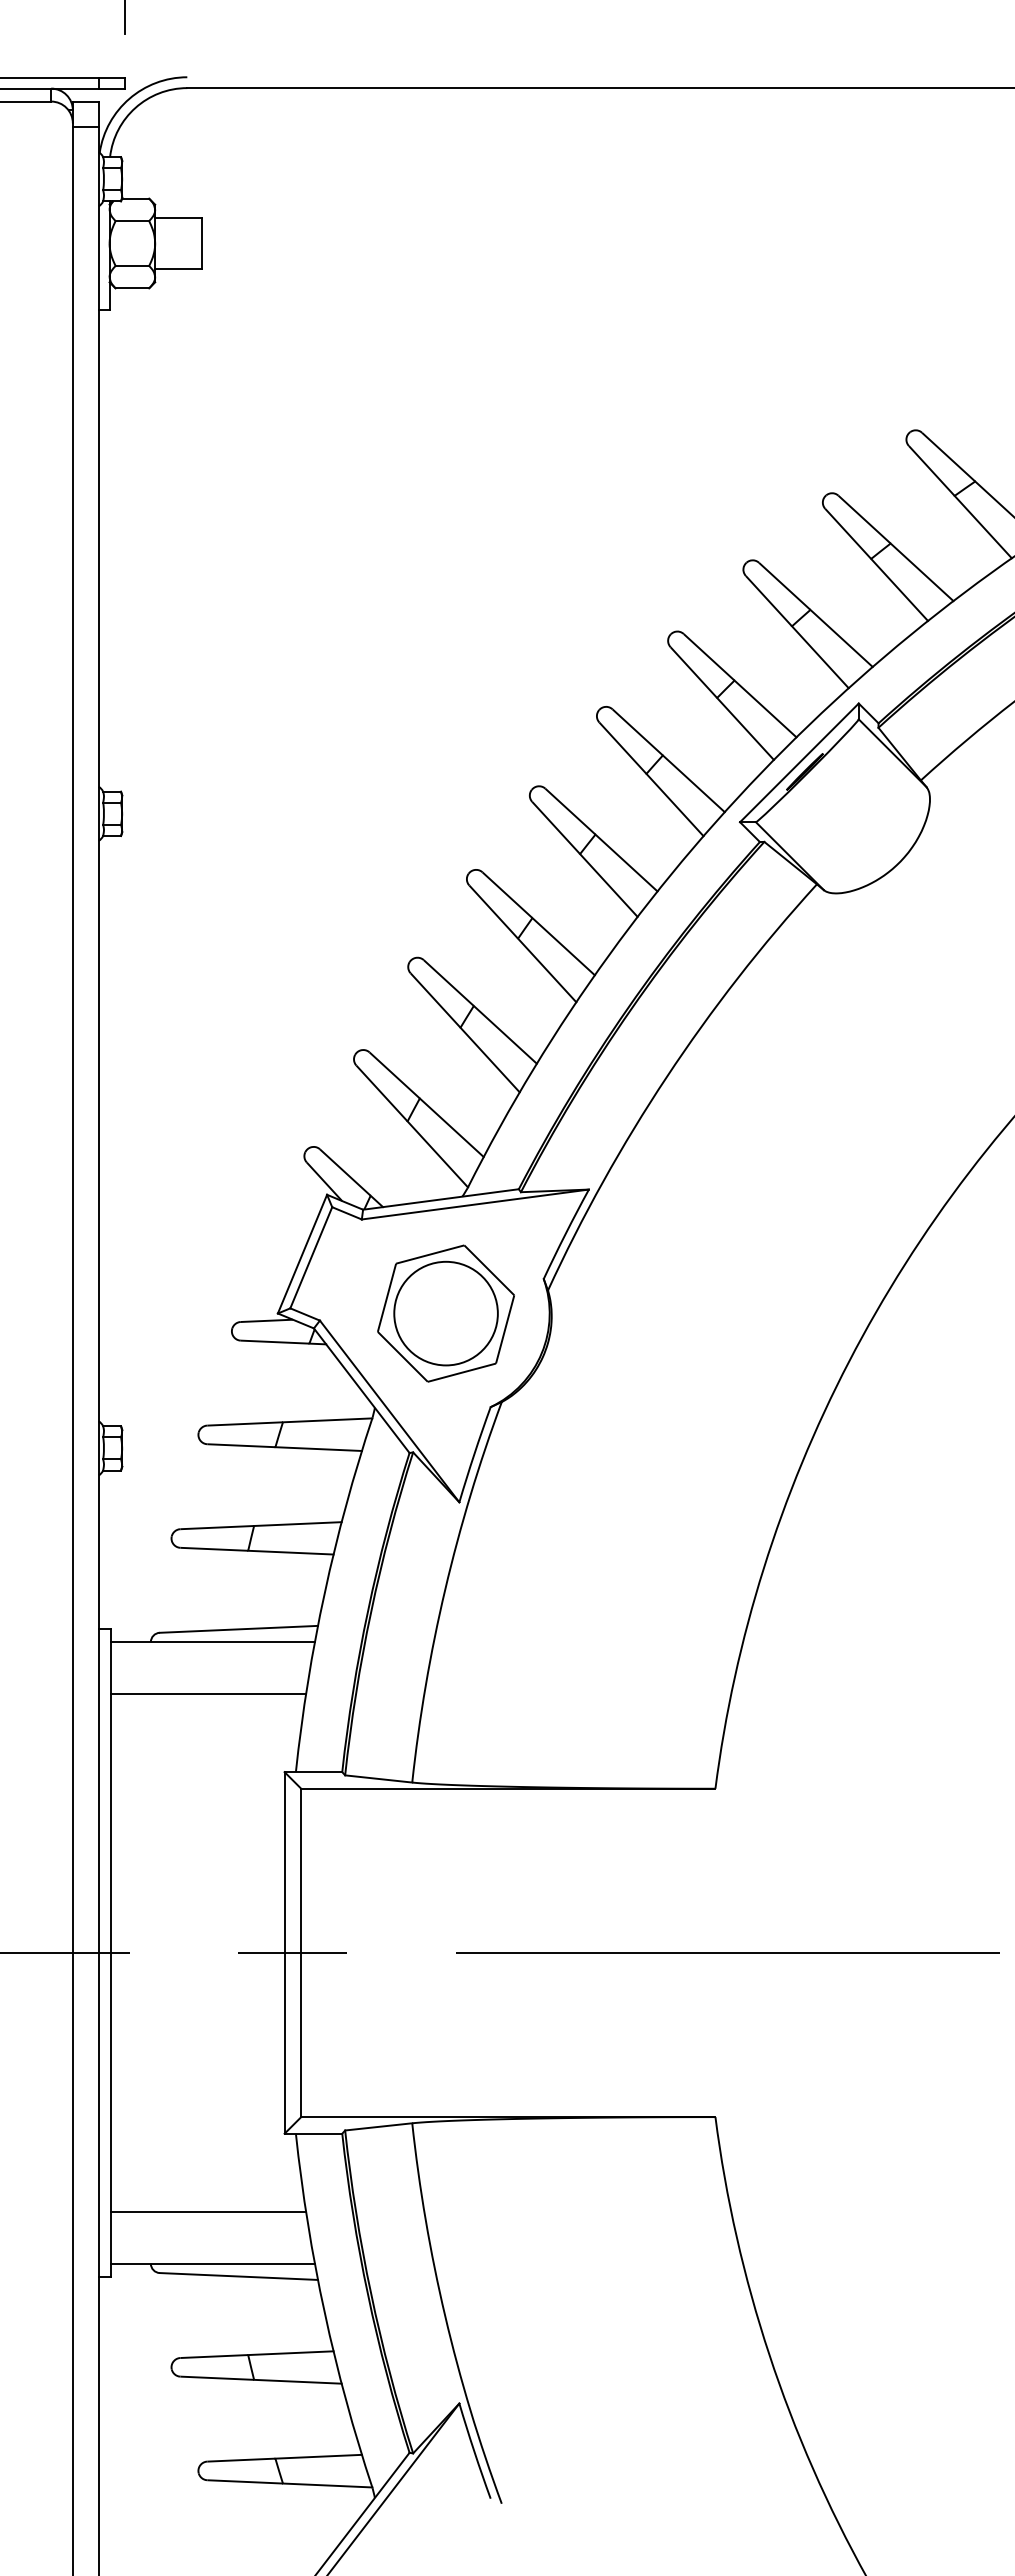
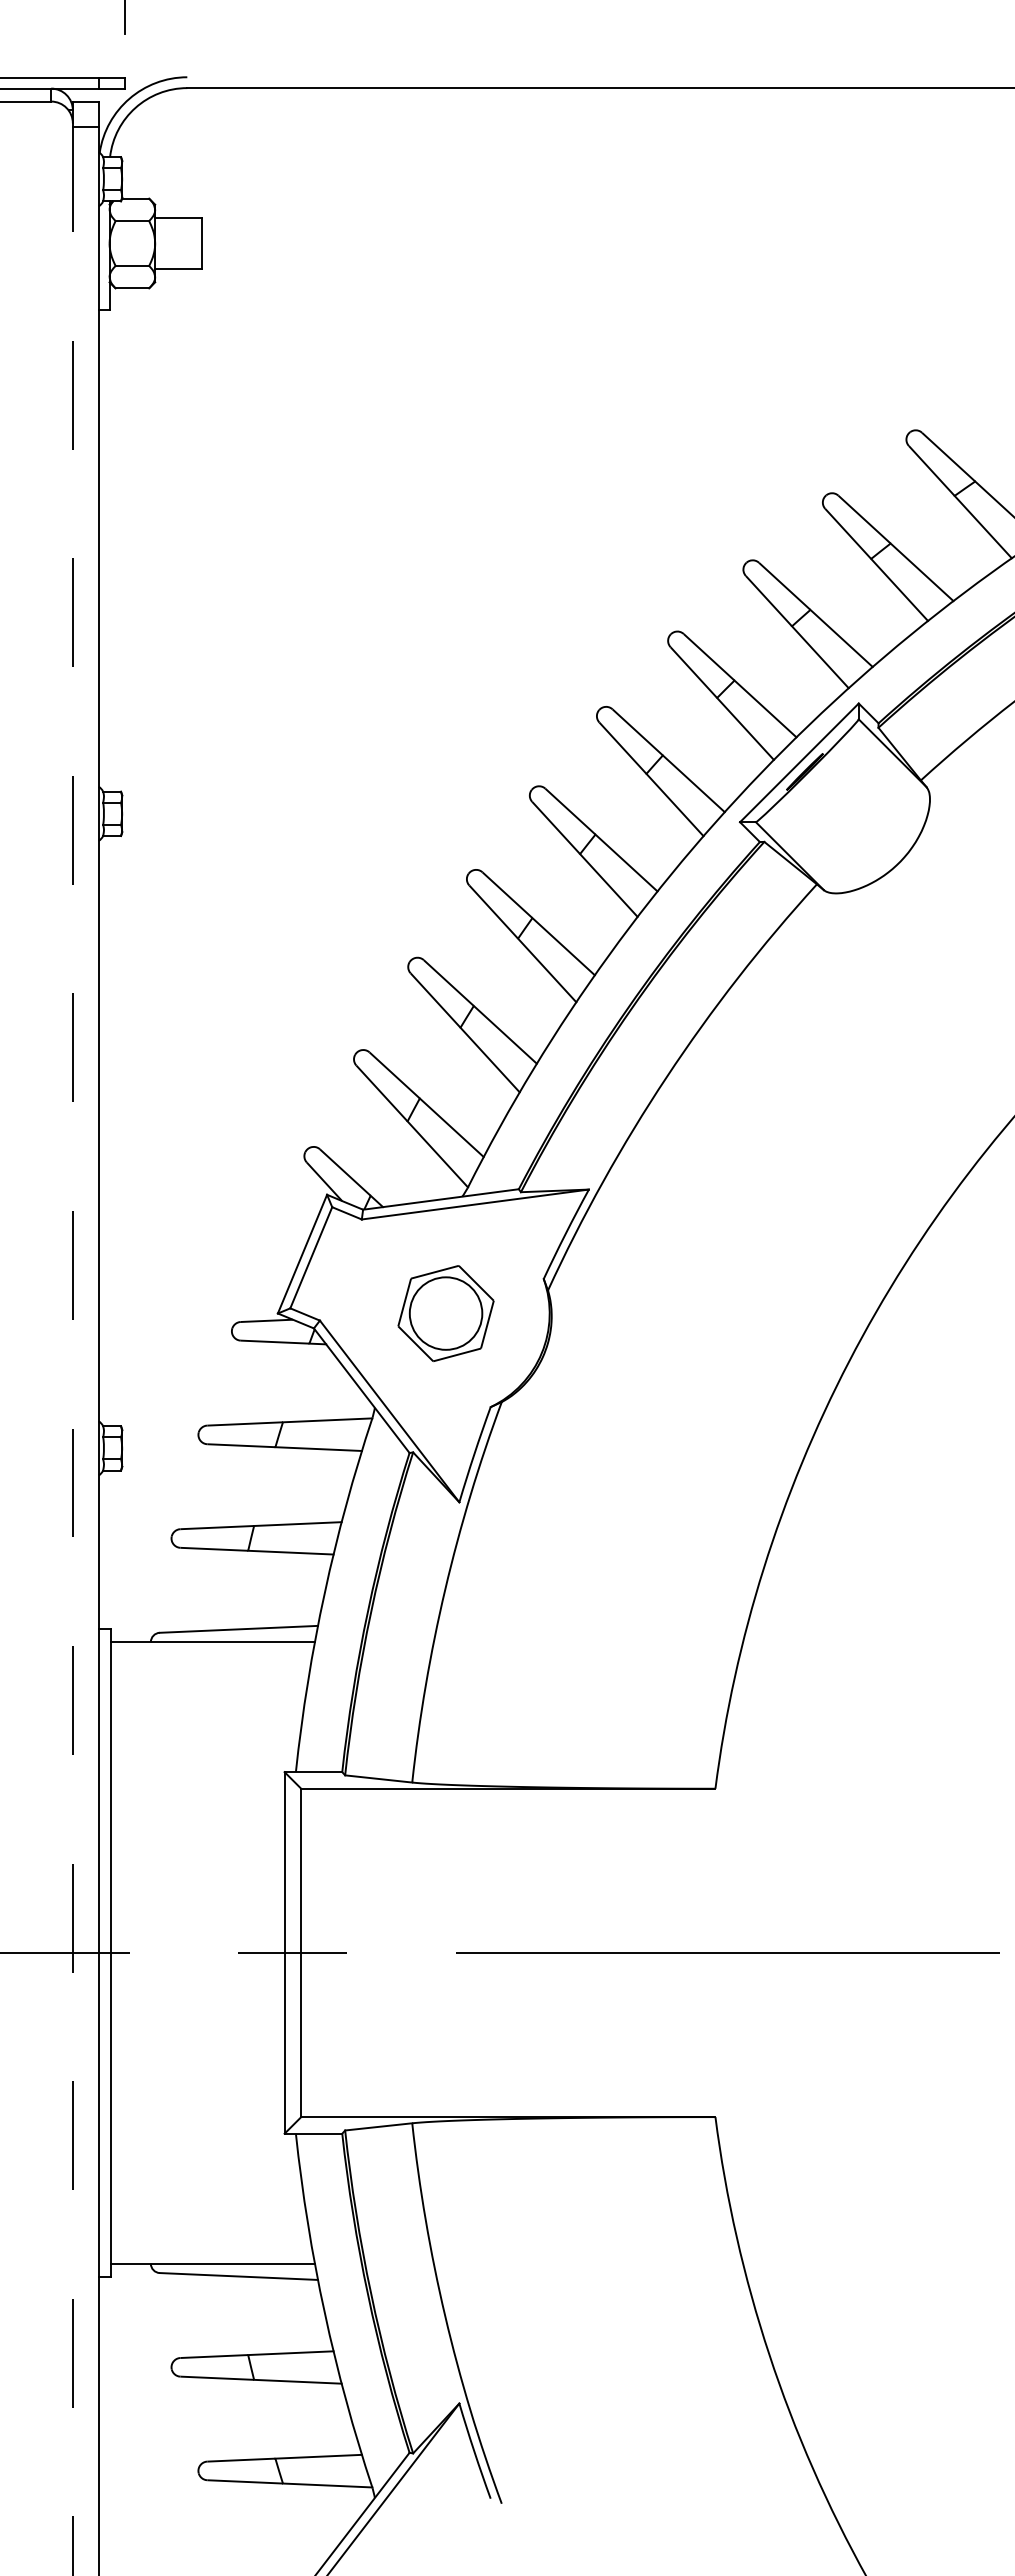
part at (445, 1313) size: 138x139 px -> 98x97 px
line at (72, 1349): solid -> dashed
line at (208, 1693): present -> none
line at (208, 2211): present -> none
